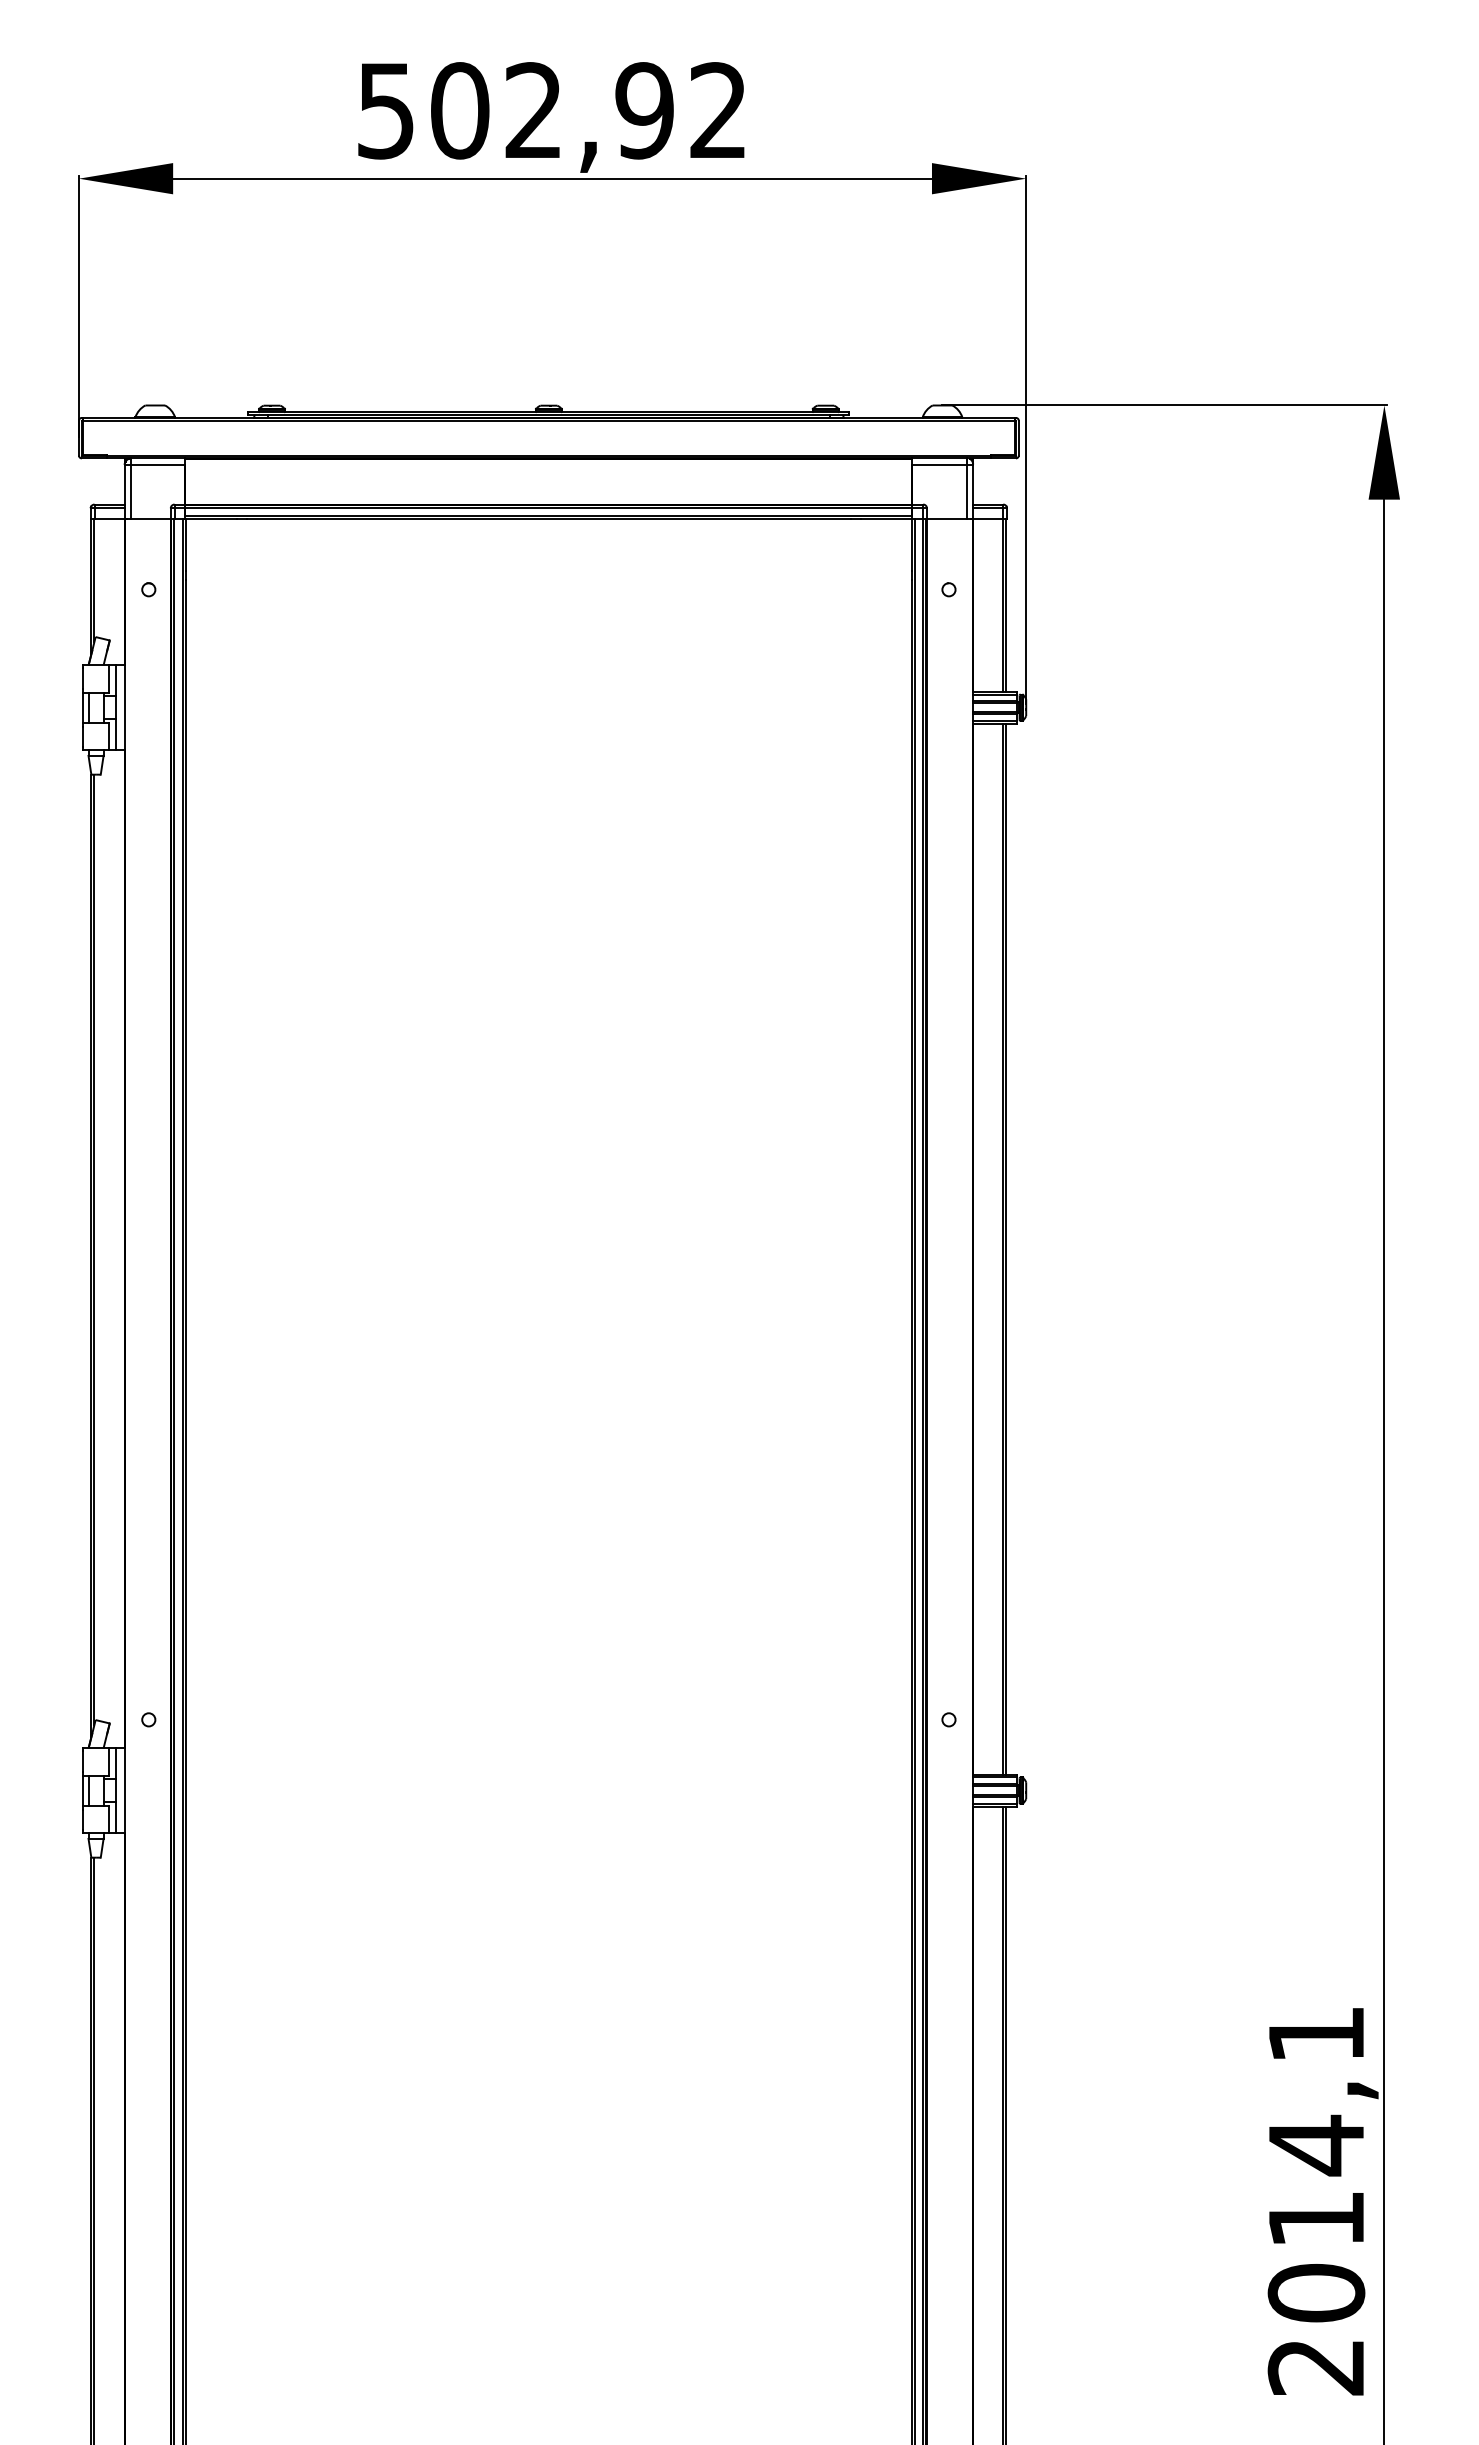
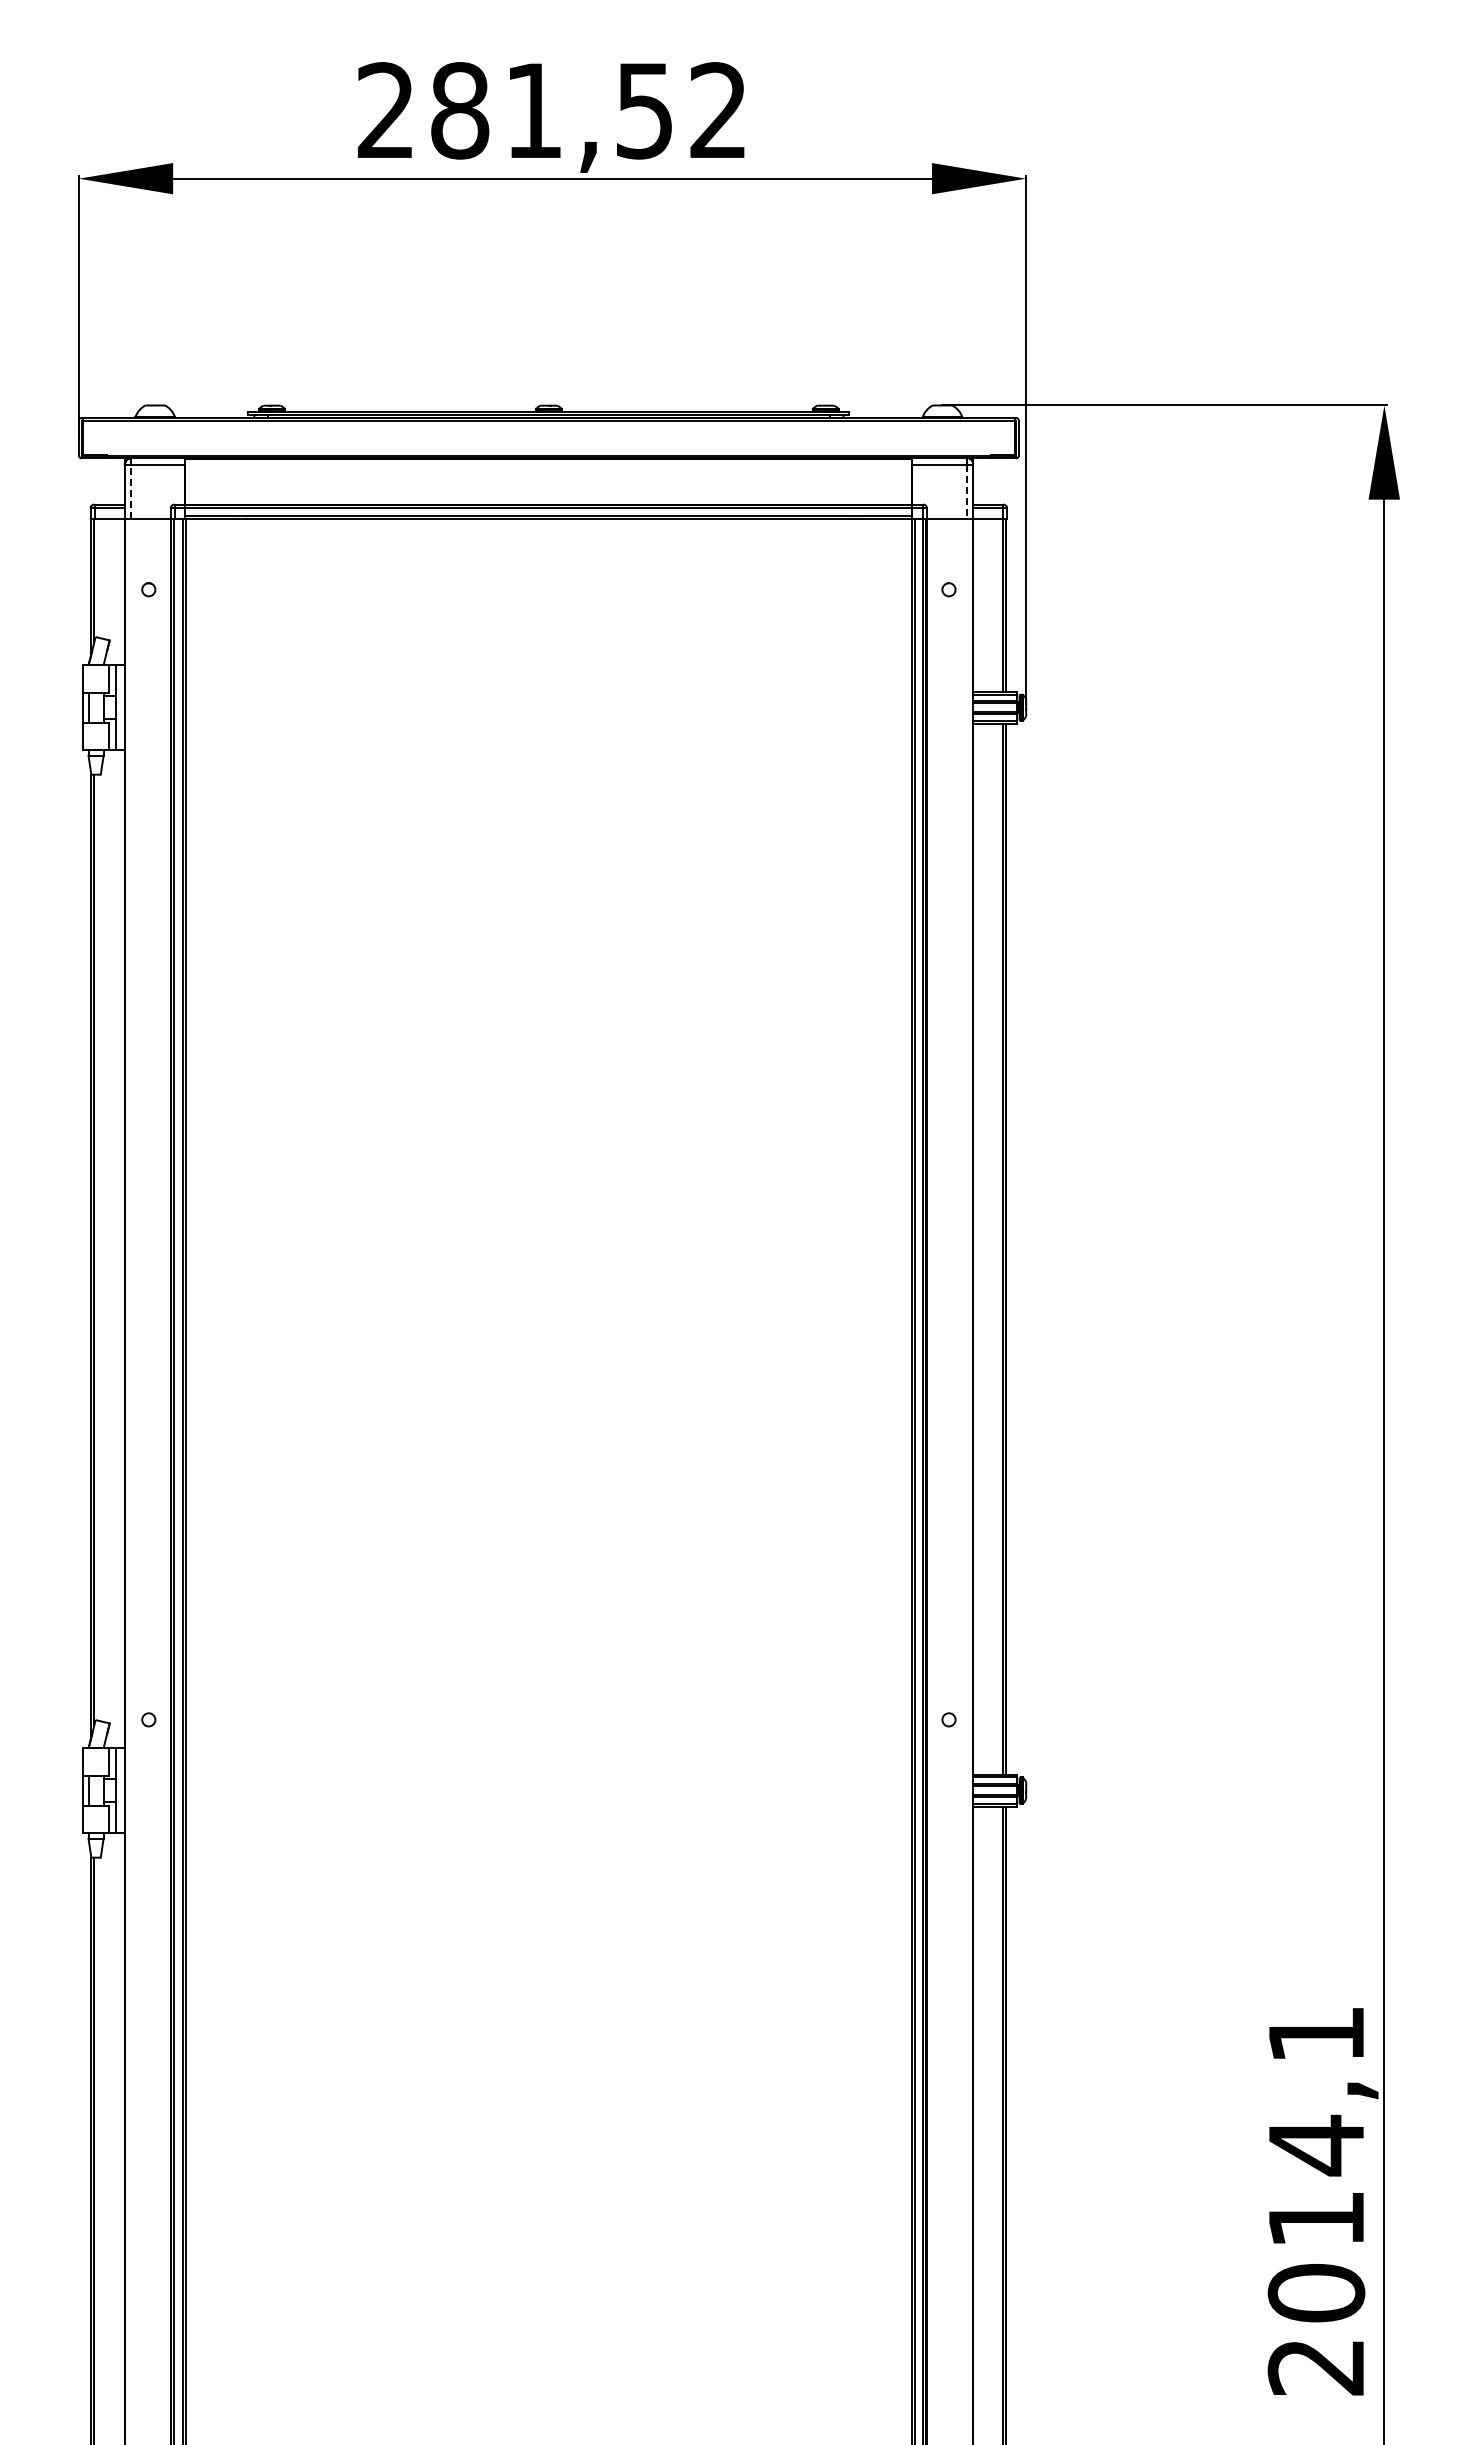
text at (515, 110): 502,92 -> 281,52
line at (131, 491): solid -> dashed
line at (966, 492): solid -> dashed
